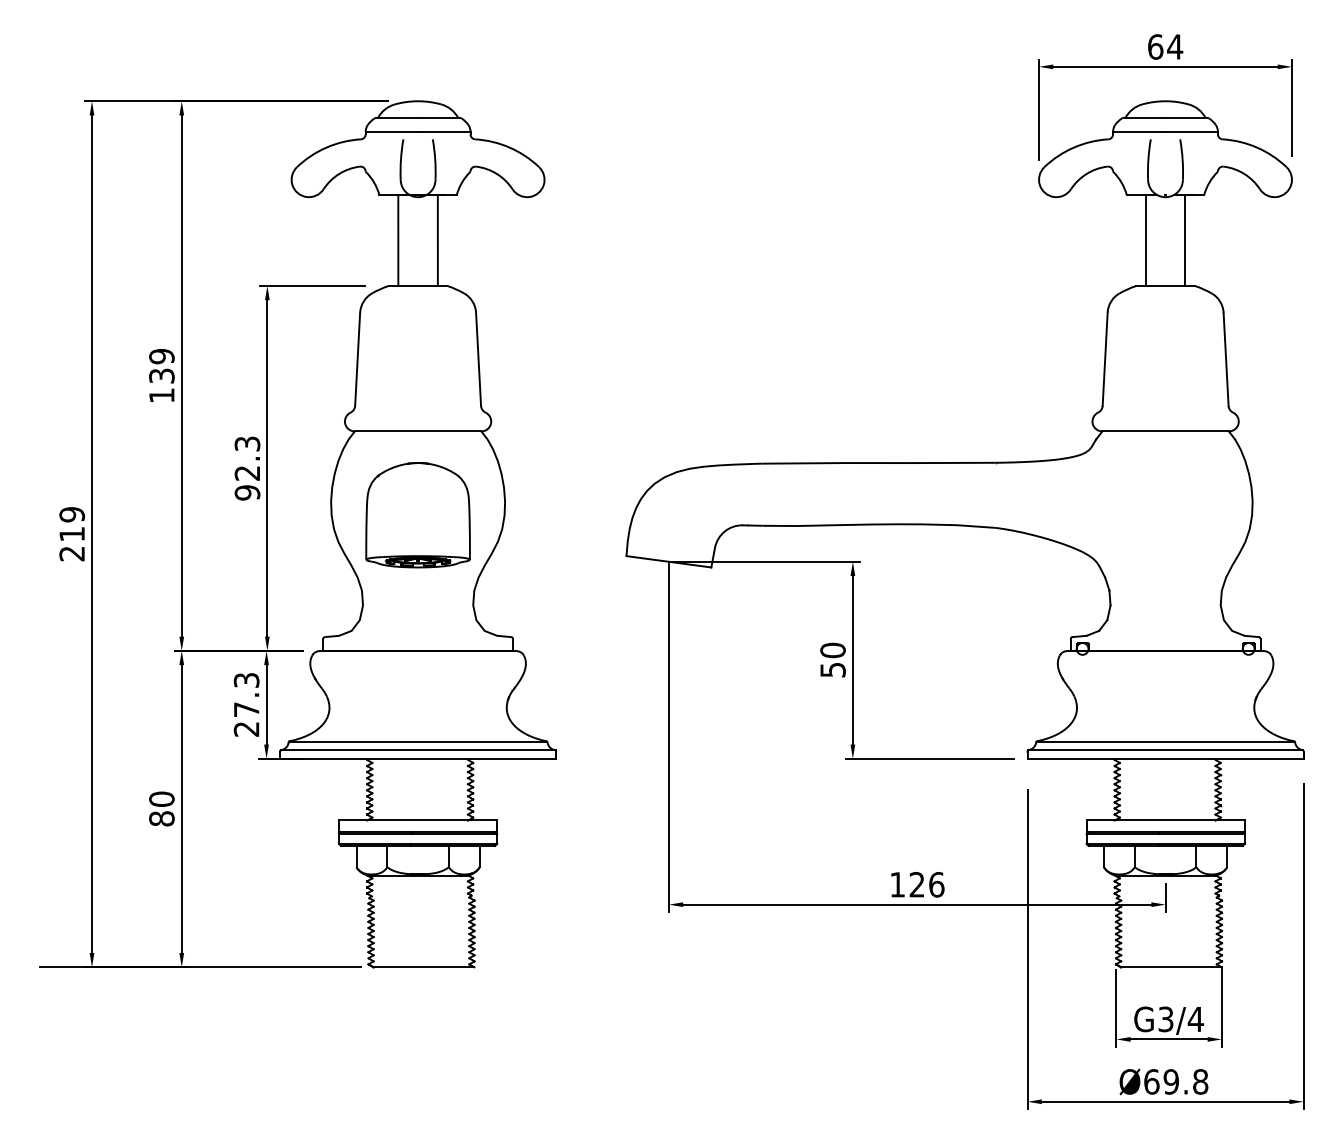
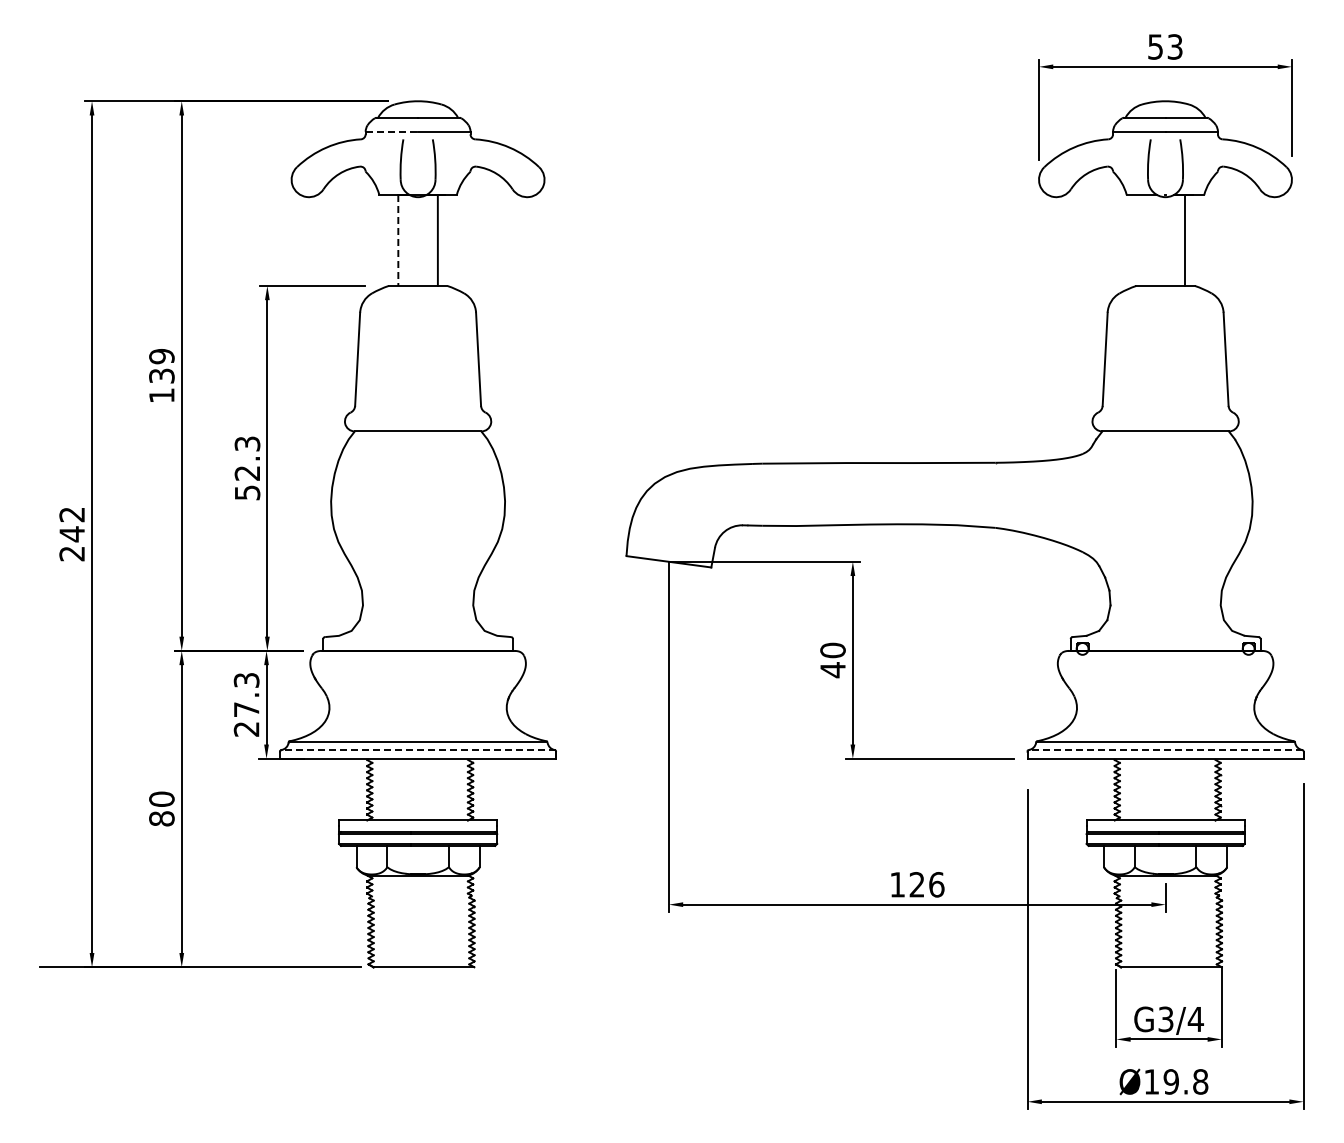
text at (1165, 46): 64 -> 53
line at (392, 132): solid -> dashed
line at (398, 240): solid -> dashed
line at (1145, 240): present -> none
text at (247, 492): 92.3 -> 52.3
part at (417, 515): present -> none
text at (72, 524): 219 -> 242
text at (832, 670): 50 -> 40
line at (417, 750): solid -> dashed
line at (1165, 750): solid -> dashed
text at (1151, 1081): Ø69.8 -> Ø19.8
